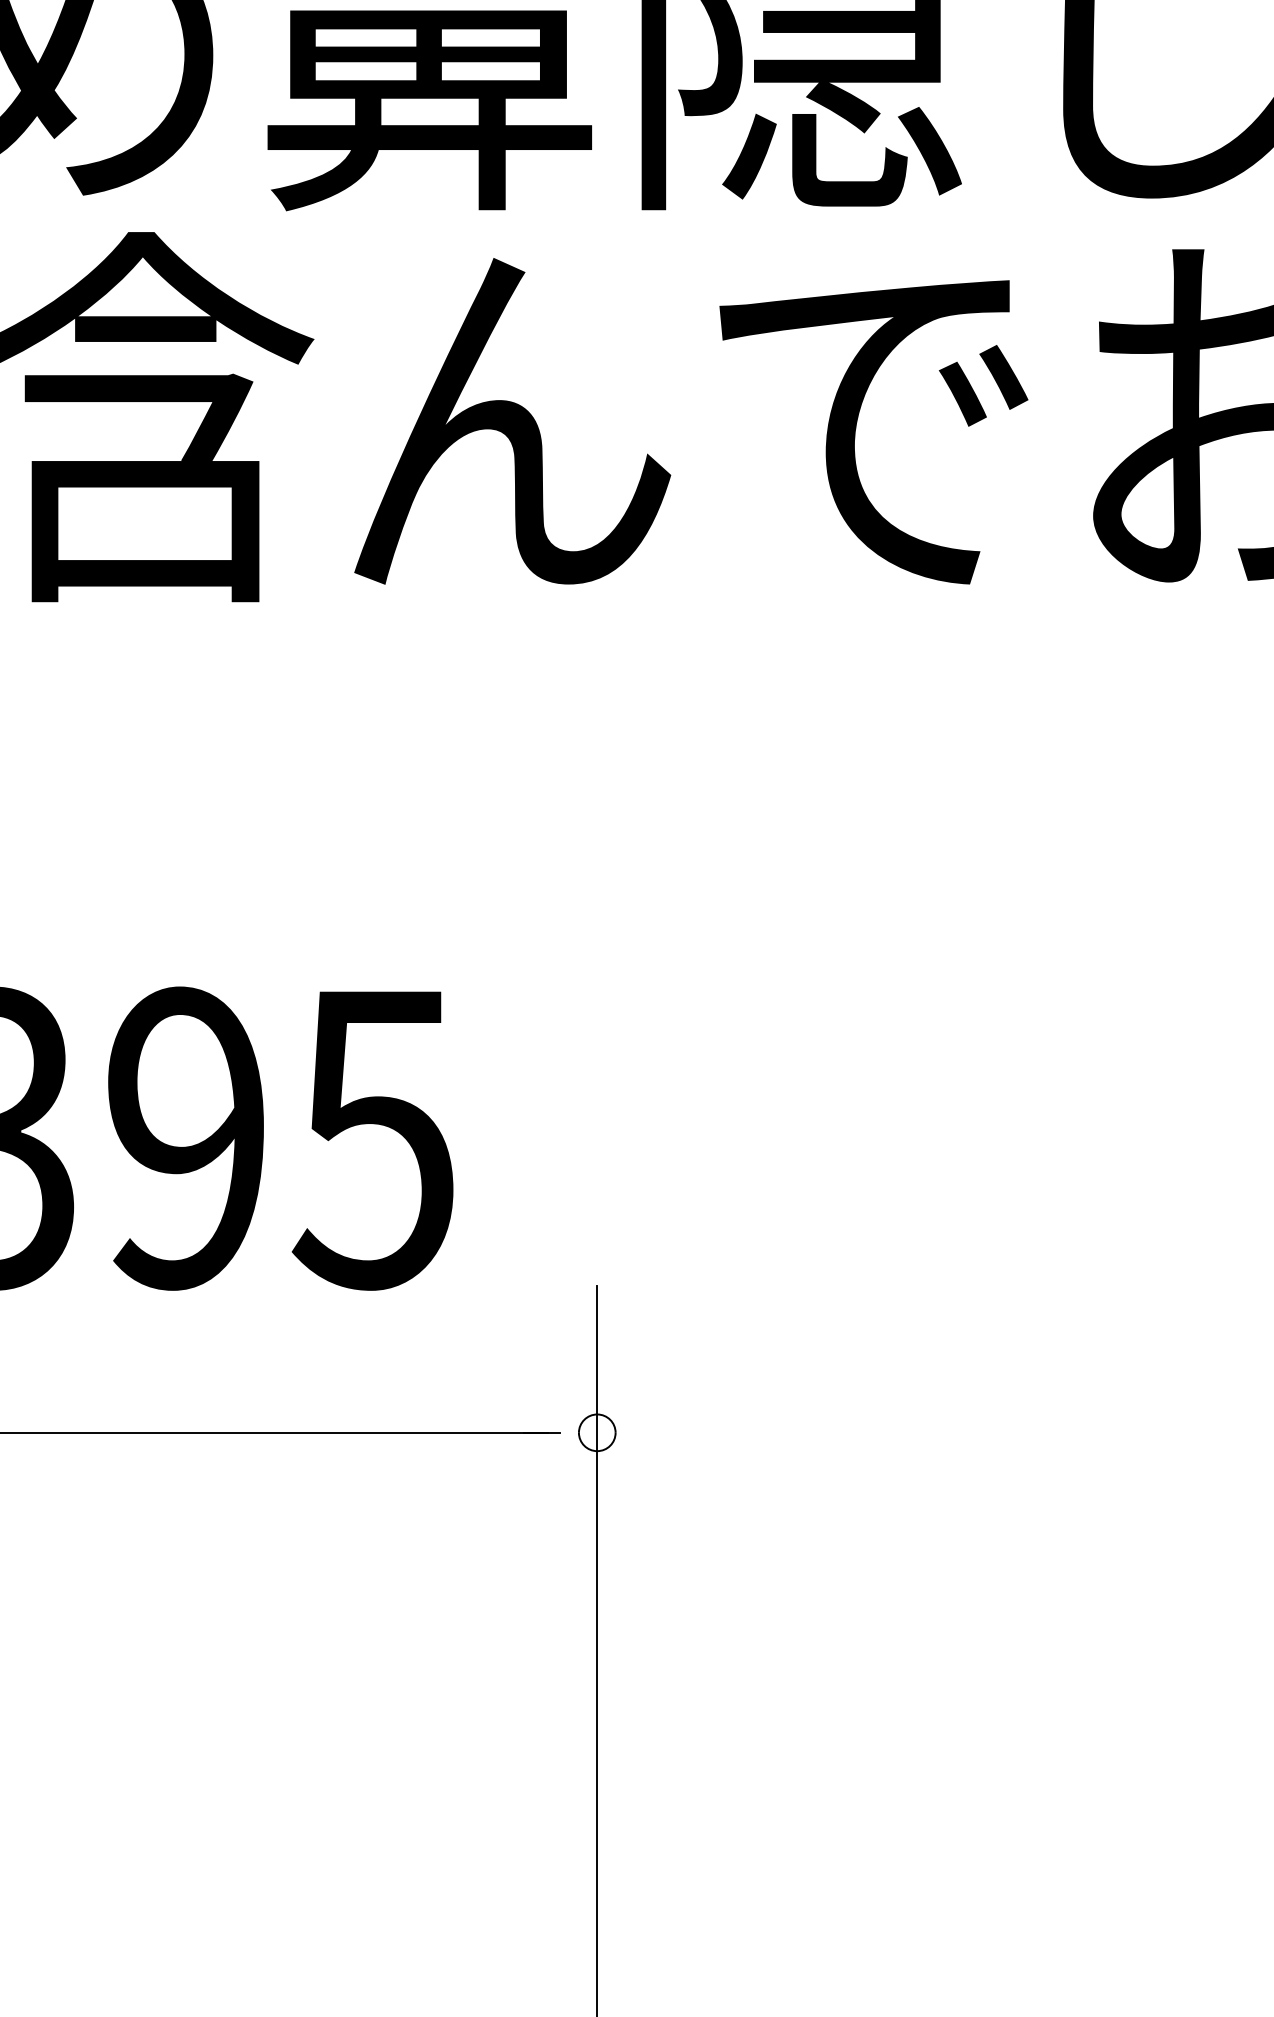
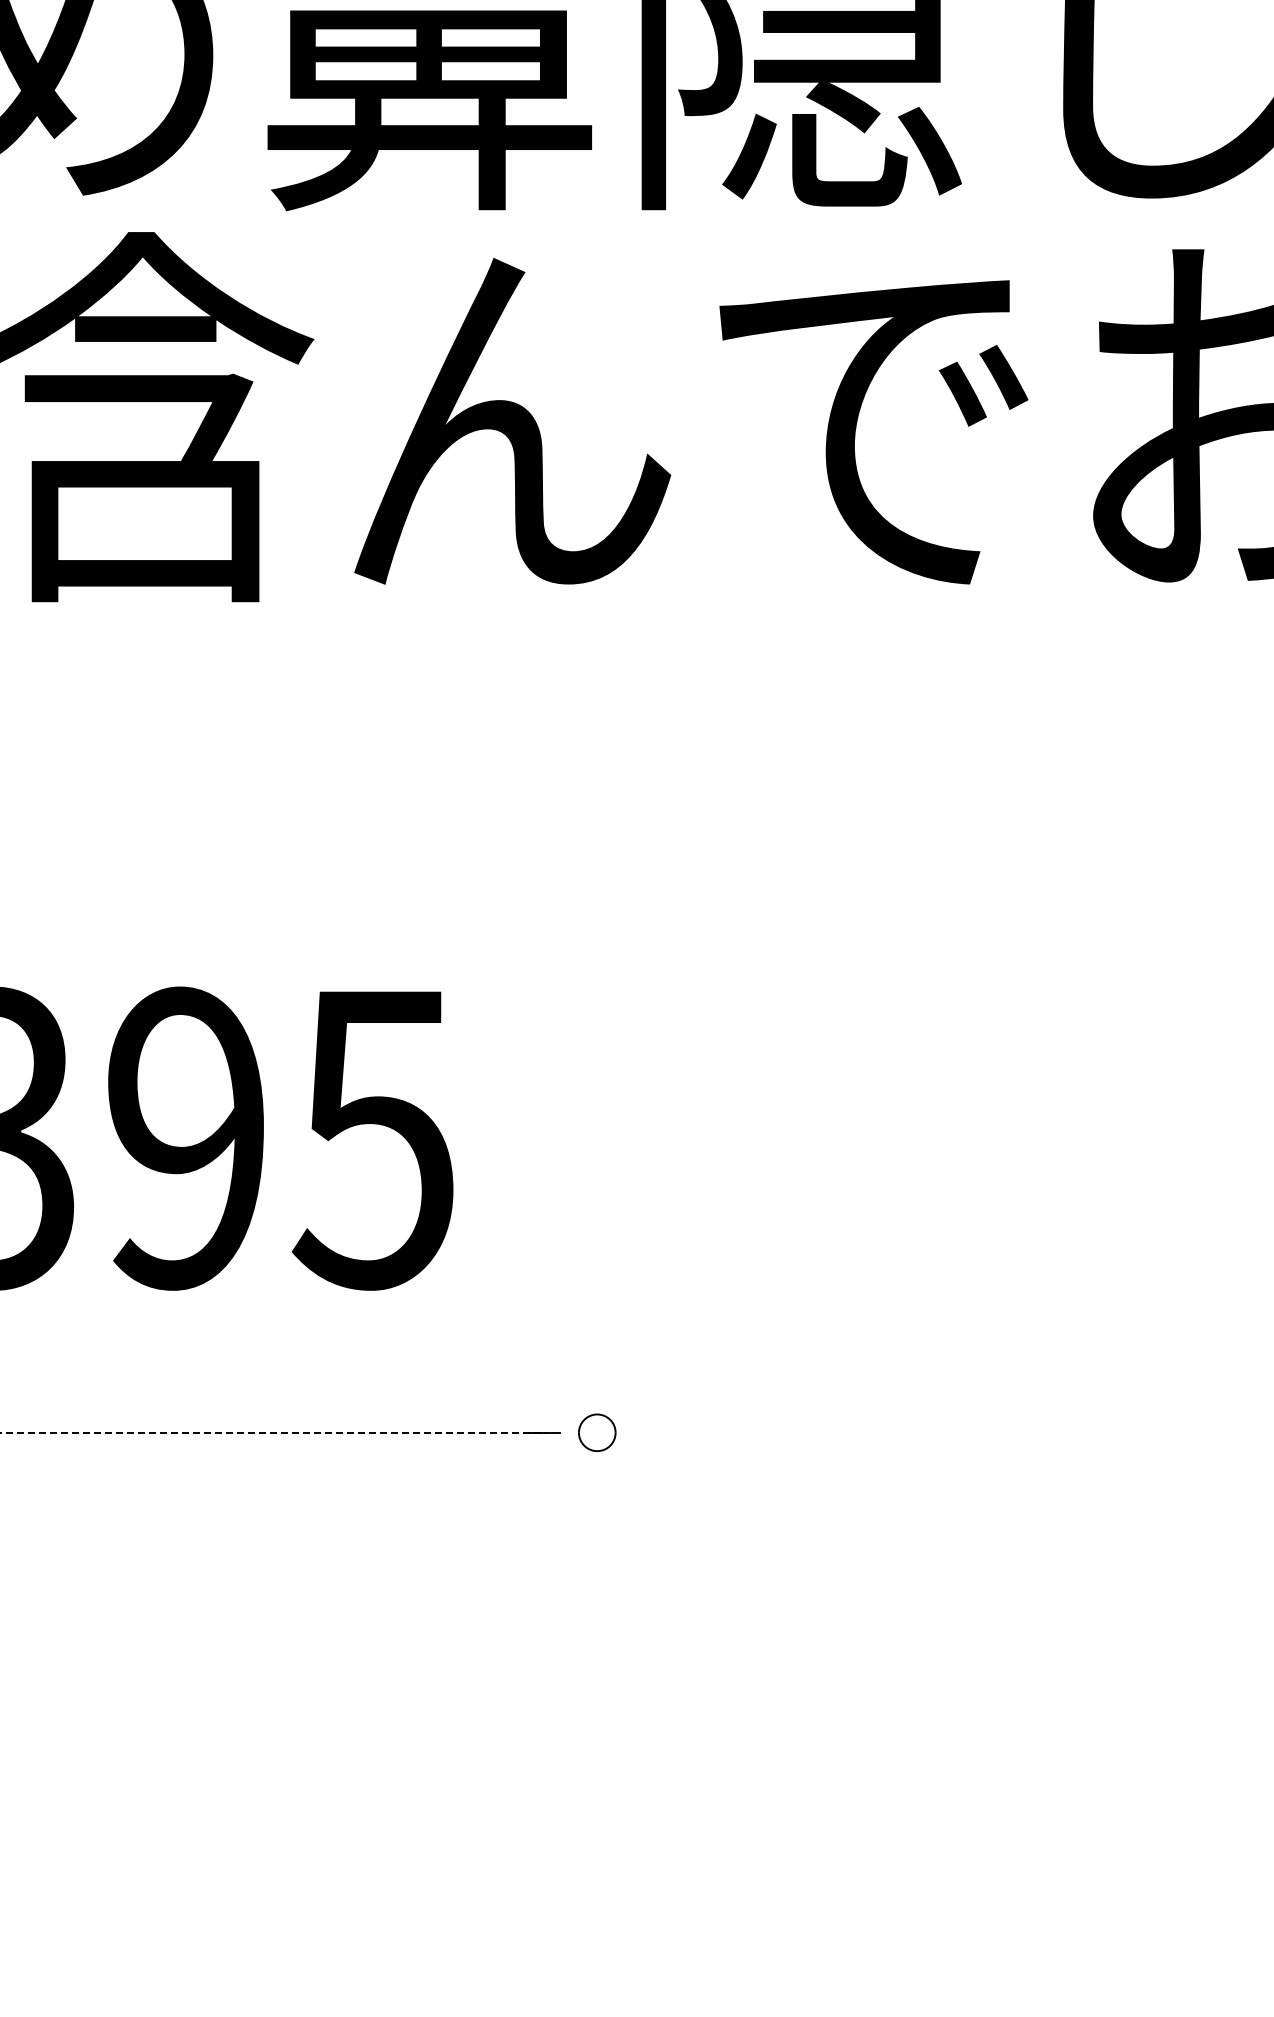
line at (274, 1432): solid -> dashed
line at (597, 1649): present -> none
